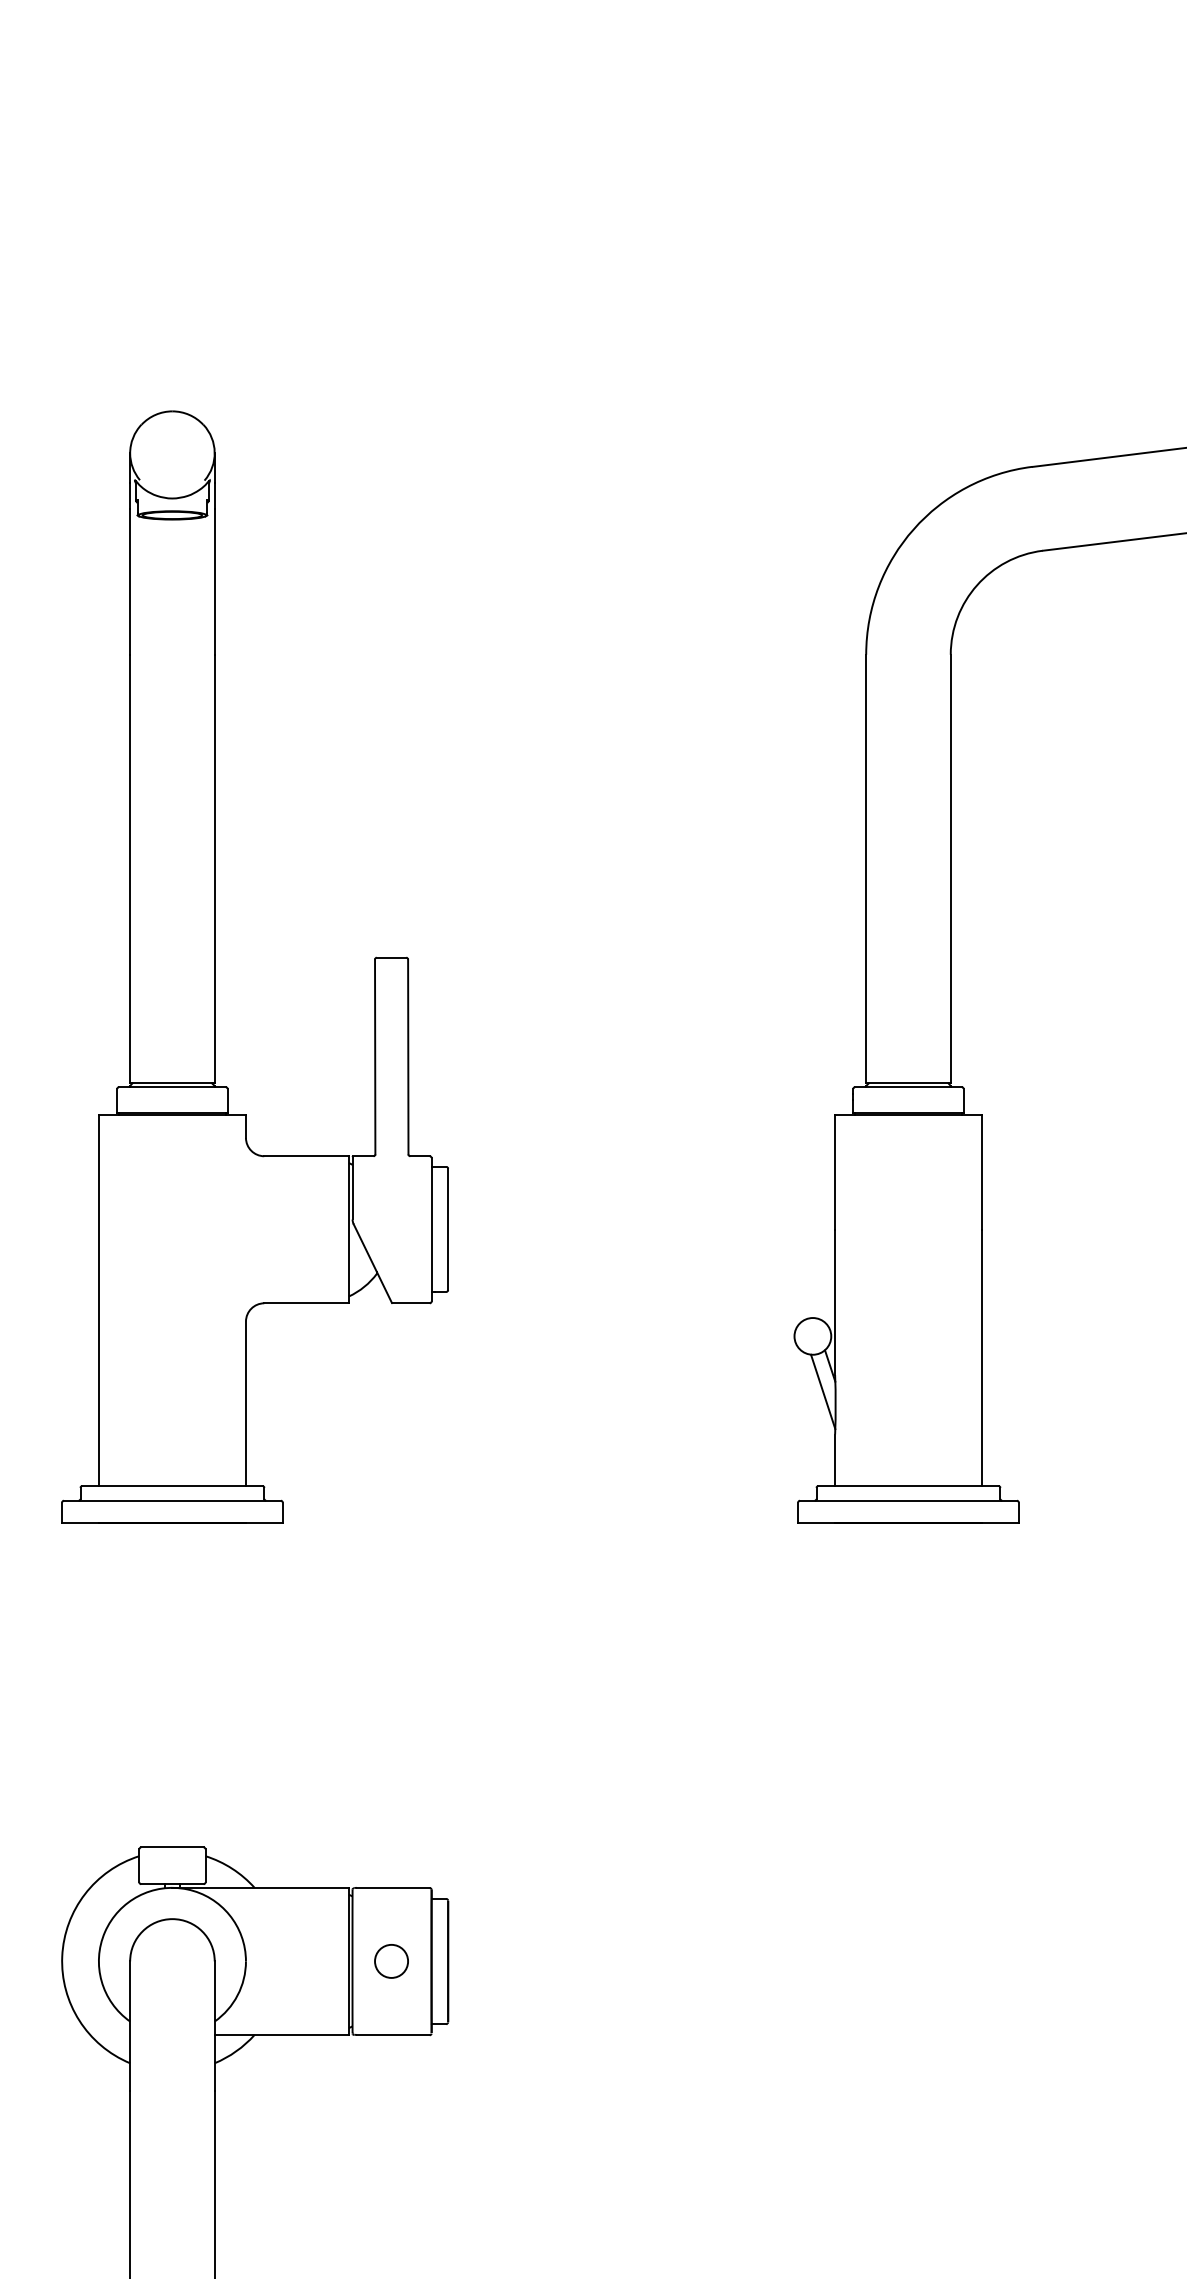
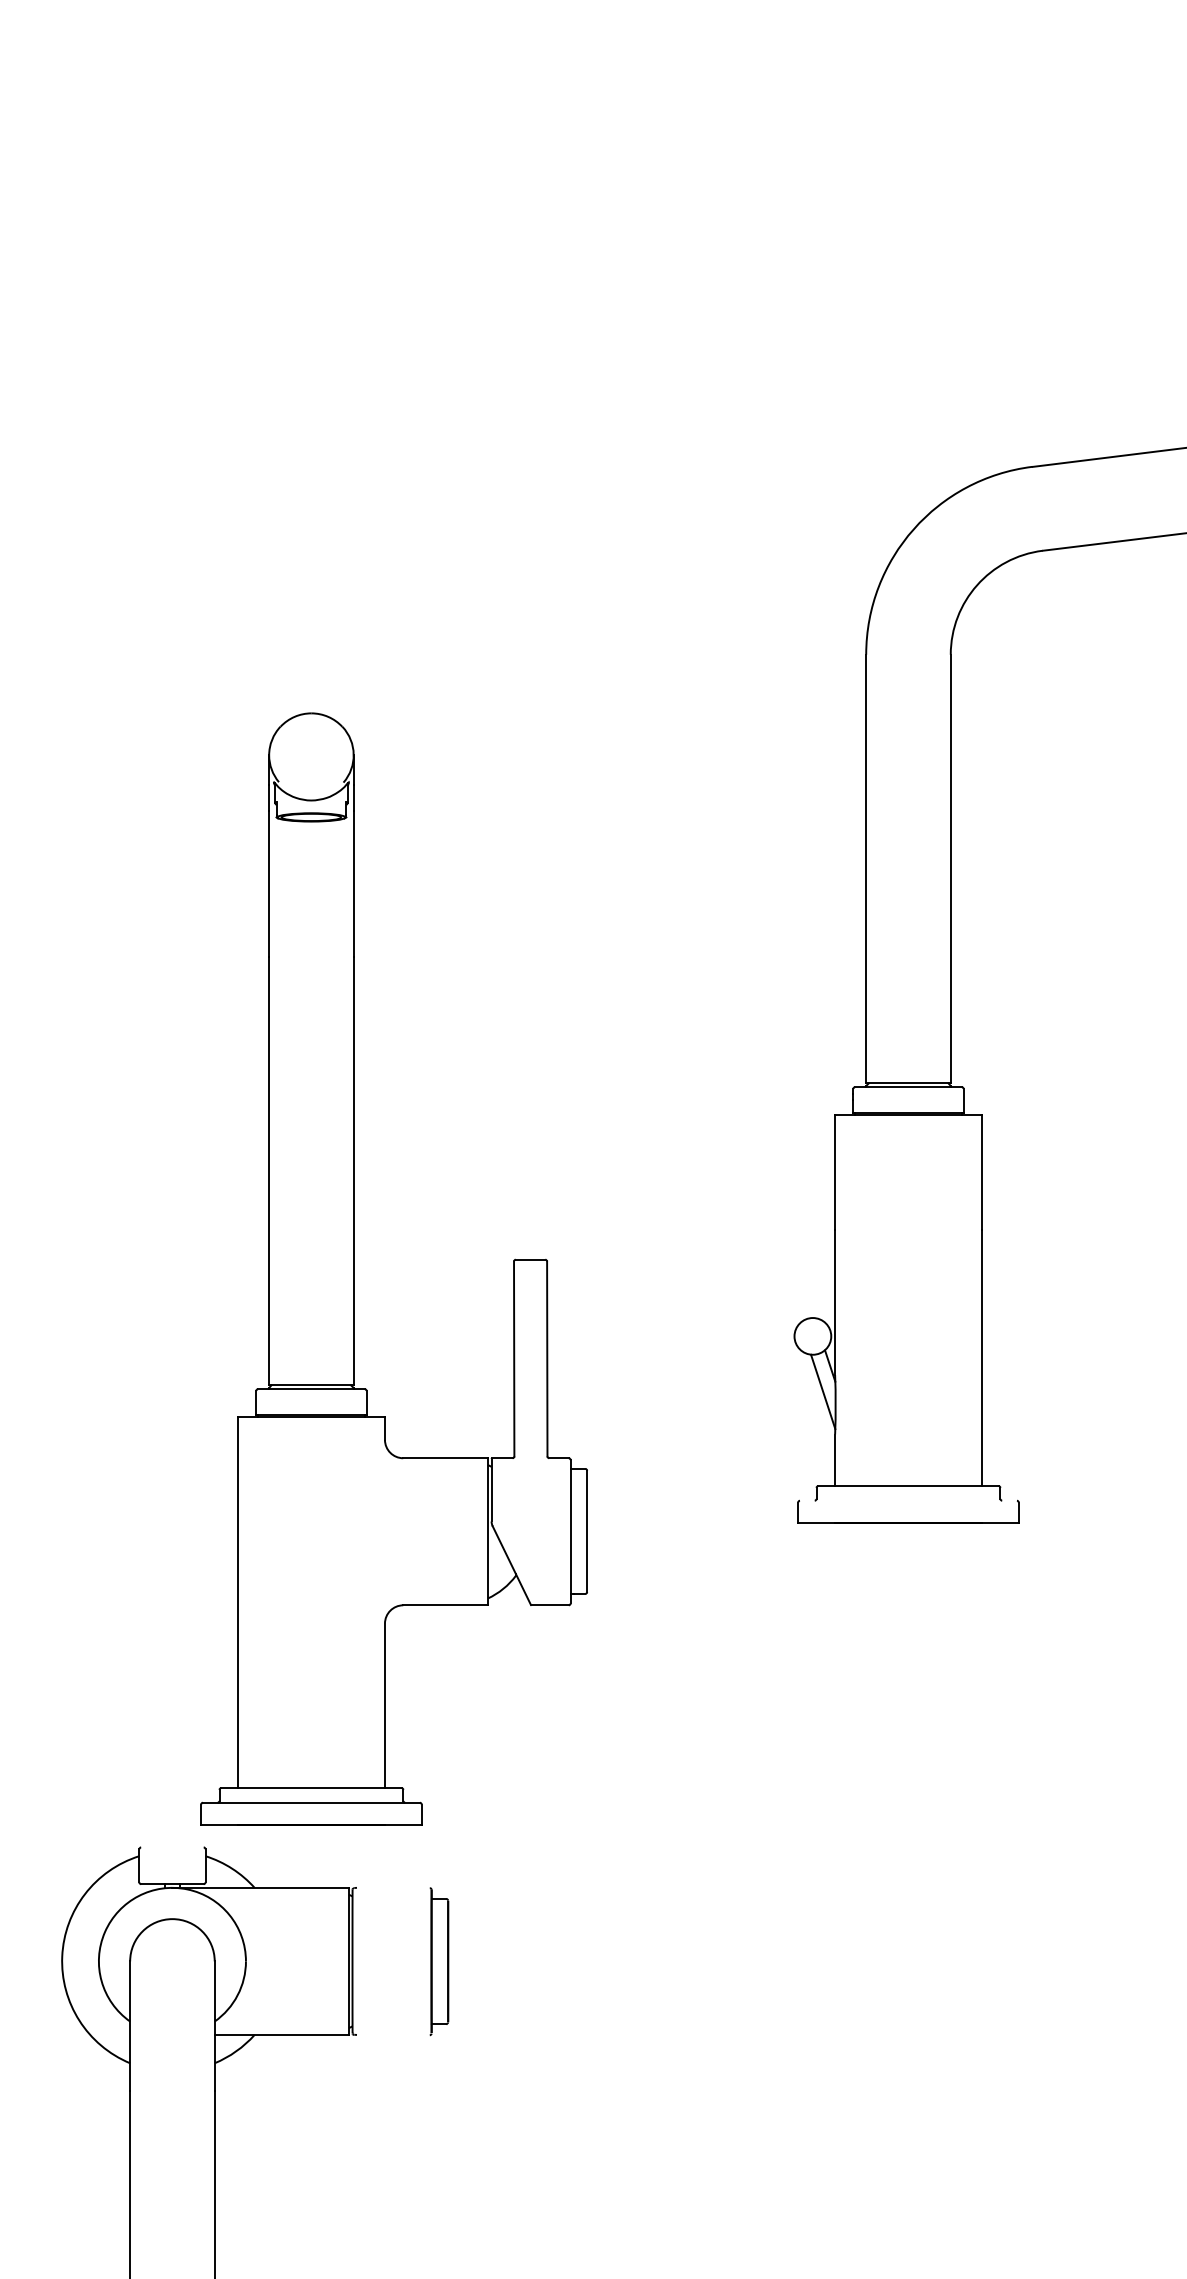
part at (215, 966) position: (215, 966) -> (354, 1268)
line at (908, 1500): present -> none
line at (172, 1847): present -> none
line at (393, 1887): present -> none
circle at (391, 1961): present -> none
line at (393, 2034): present -> none
